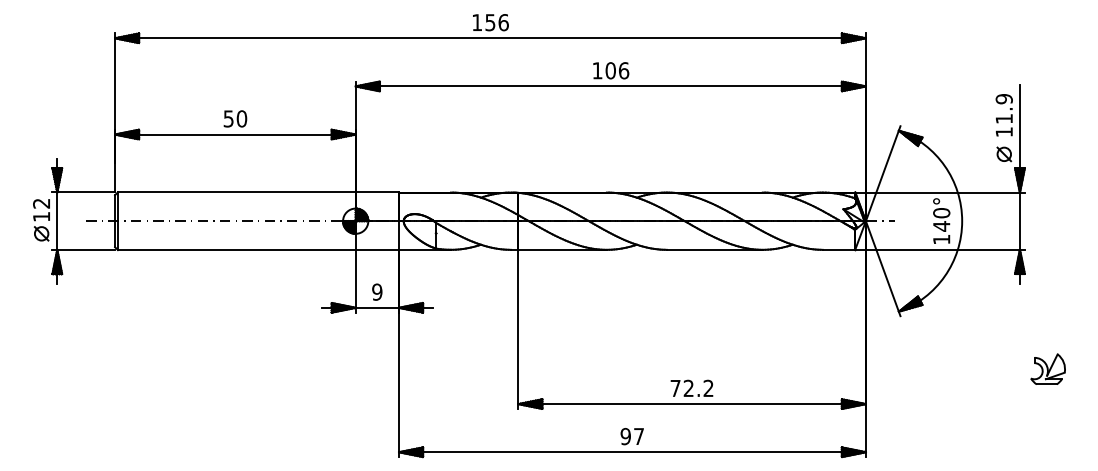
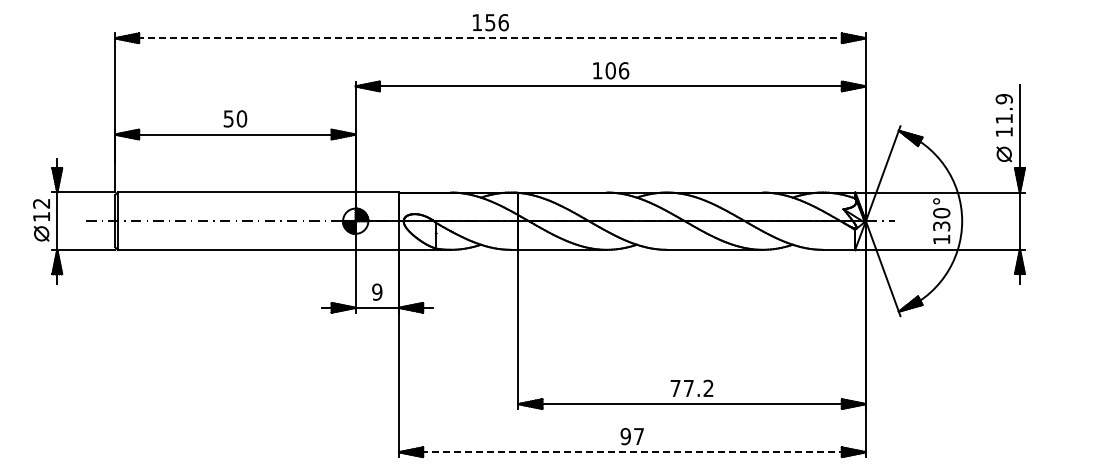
line at (490, 38): solid -> dashed
text at (941, 226): 140° -> 130°
part at (1047, 368): present -> none
text at (688, 387): 72.2 -> 77.2
line at (632, 452): solid -> dashed
